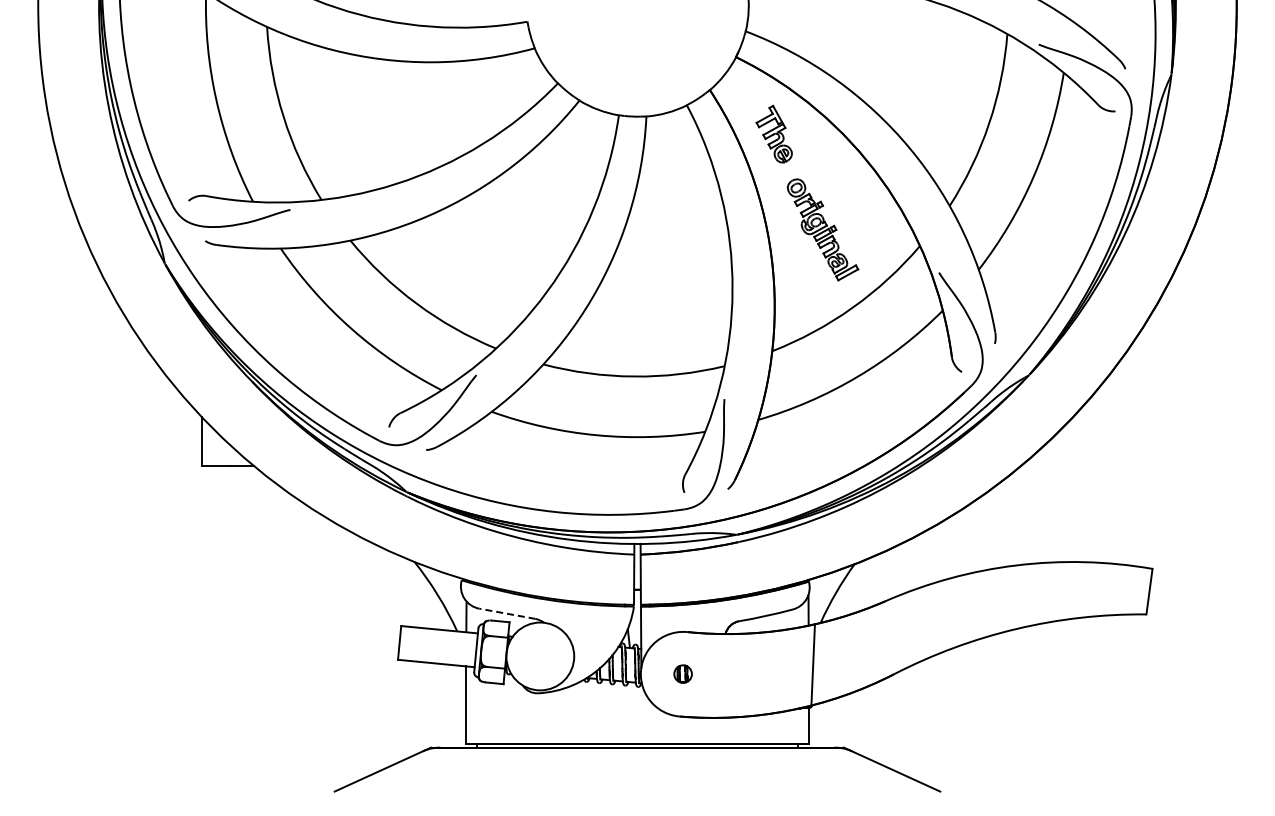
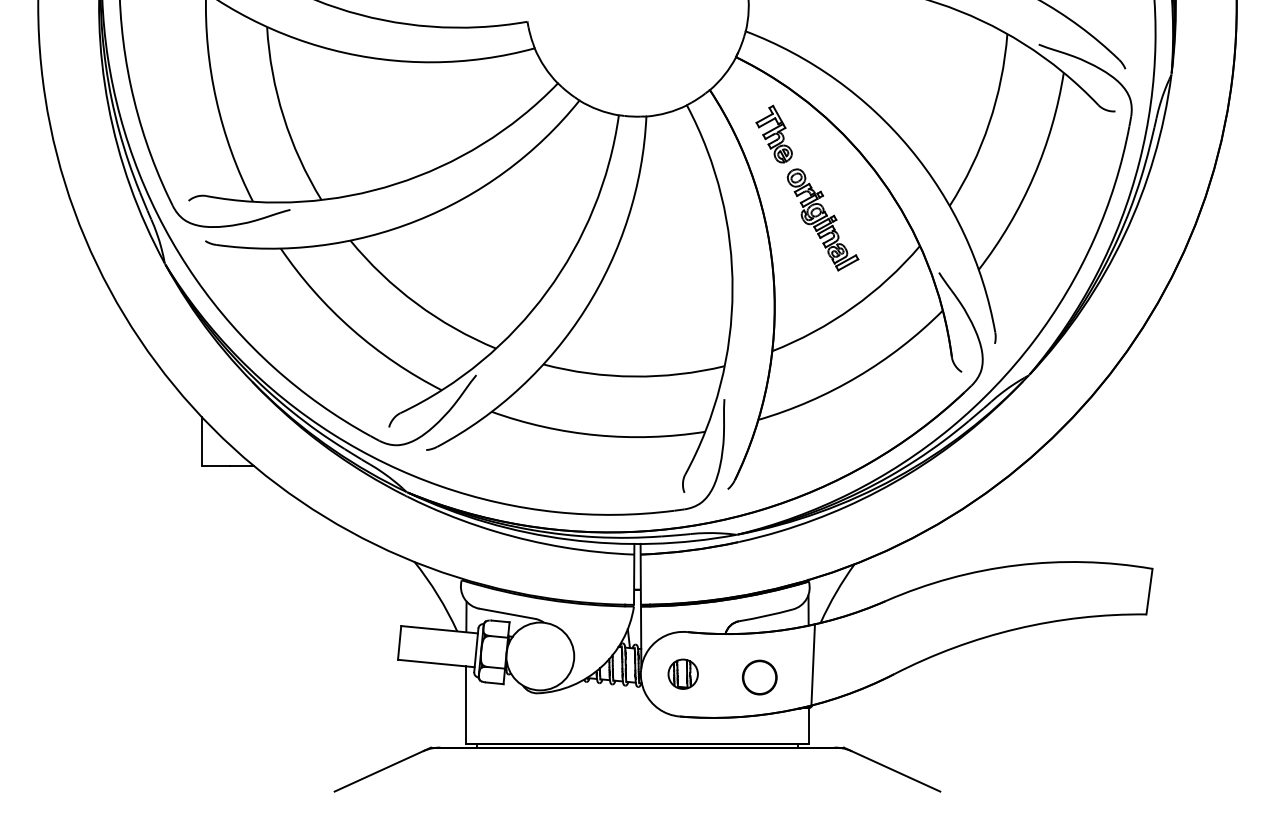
part at (822, 229) position: (822, 229) -> (822, 219)
line at (507, 613): dashed -> solid
part at (682, 673) size: 20x20 px -> 32x32 px
part at (759, 677): none -> present
